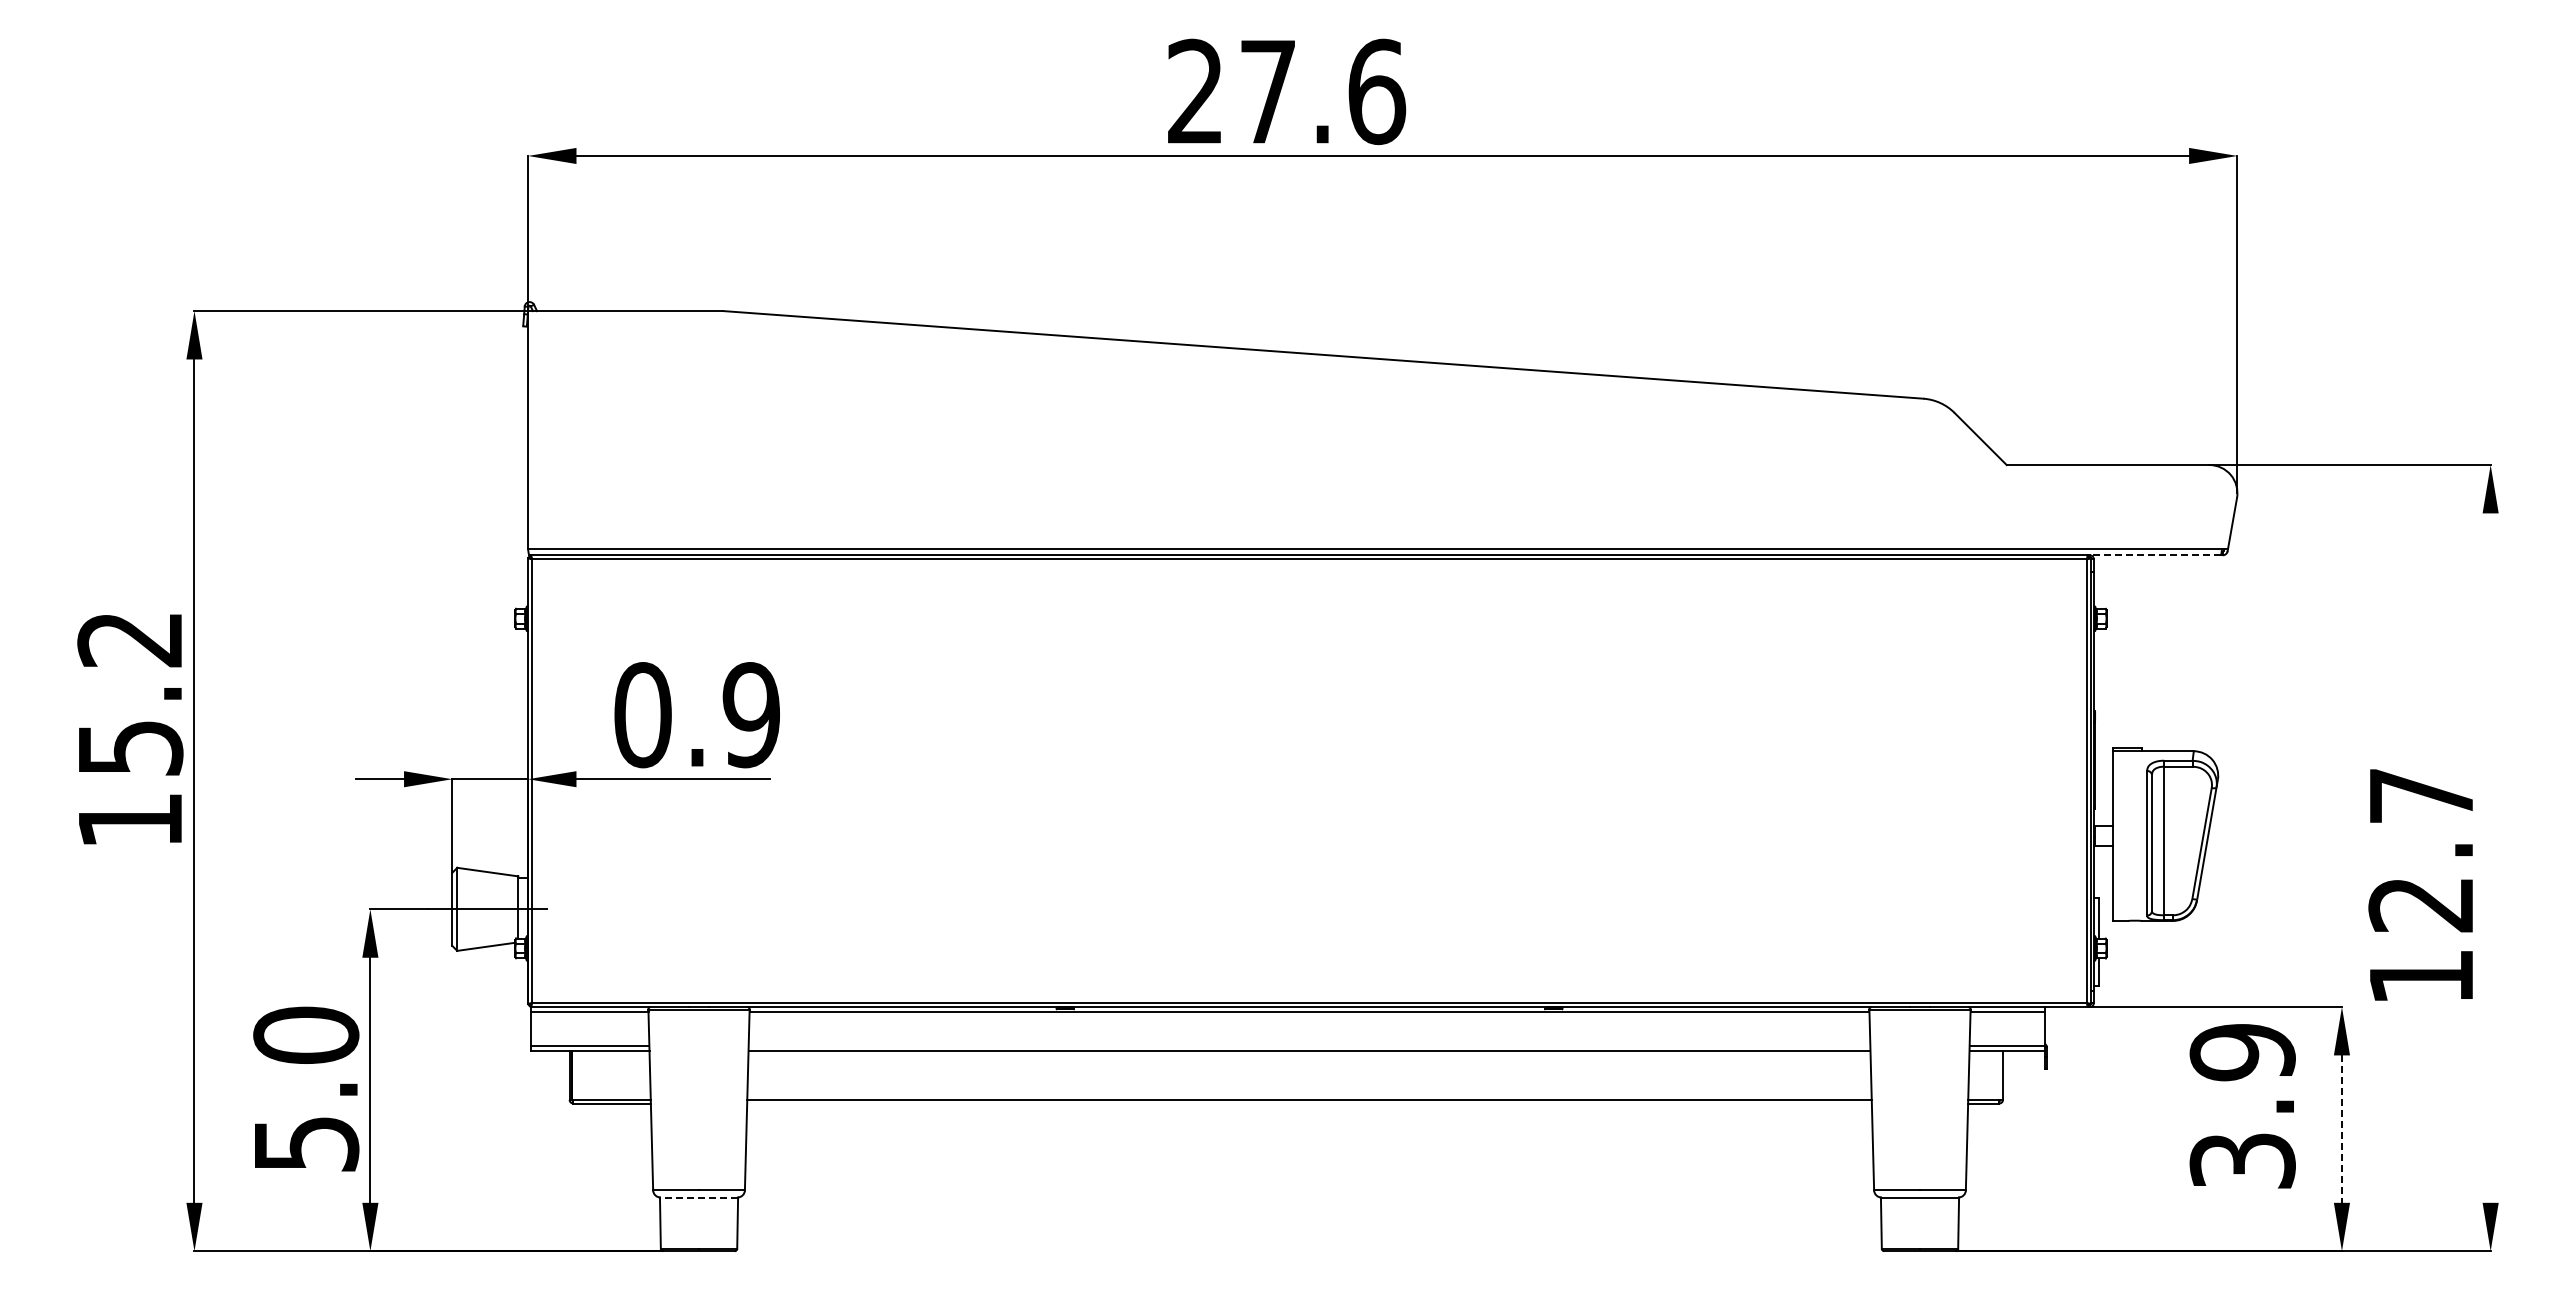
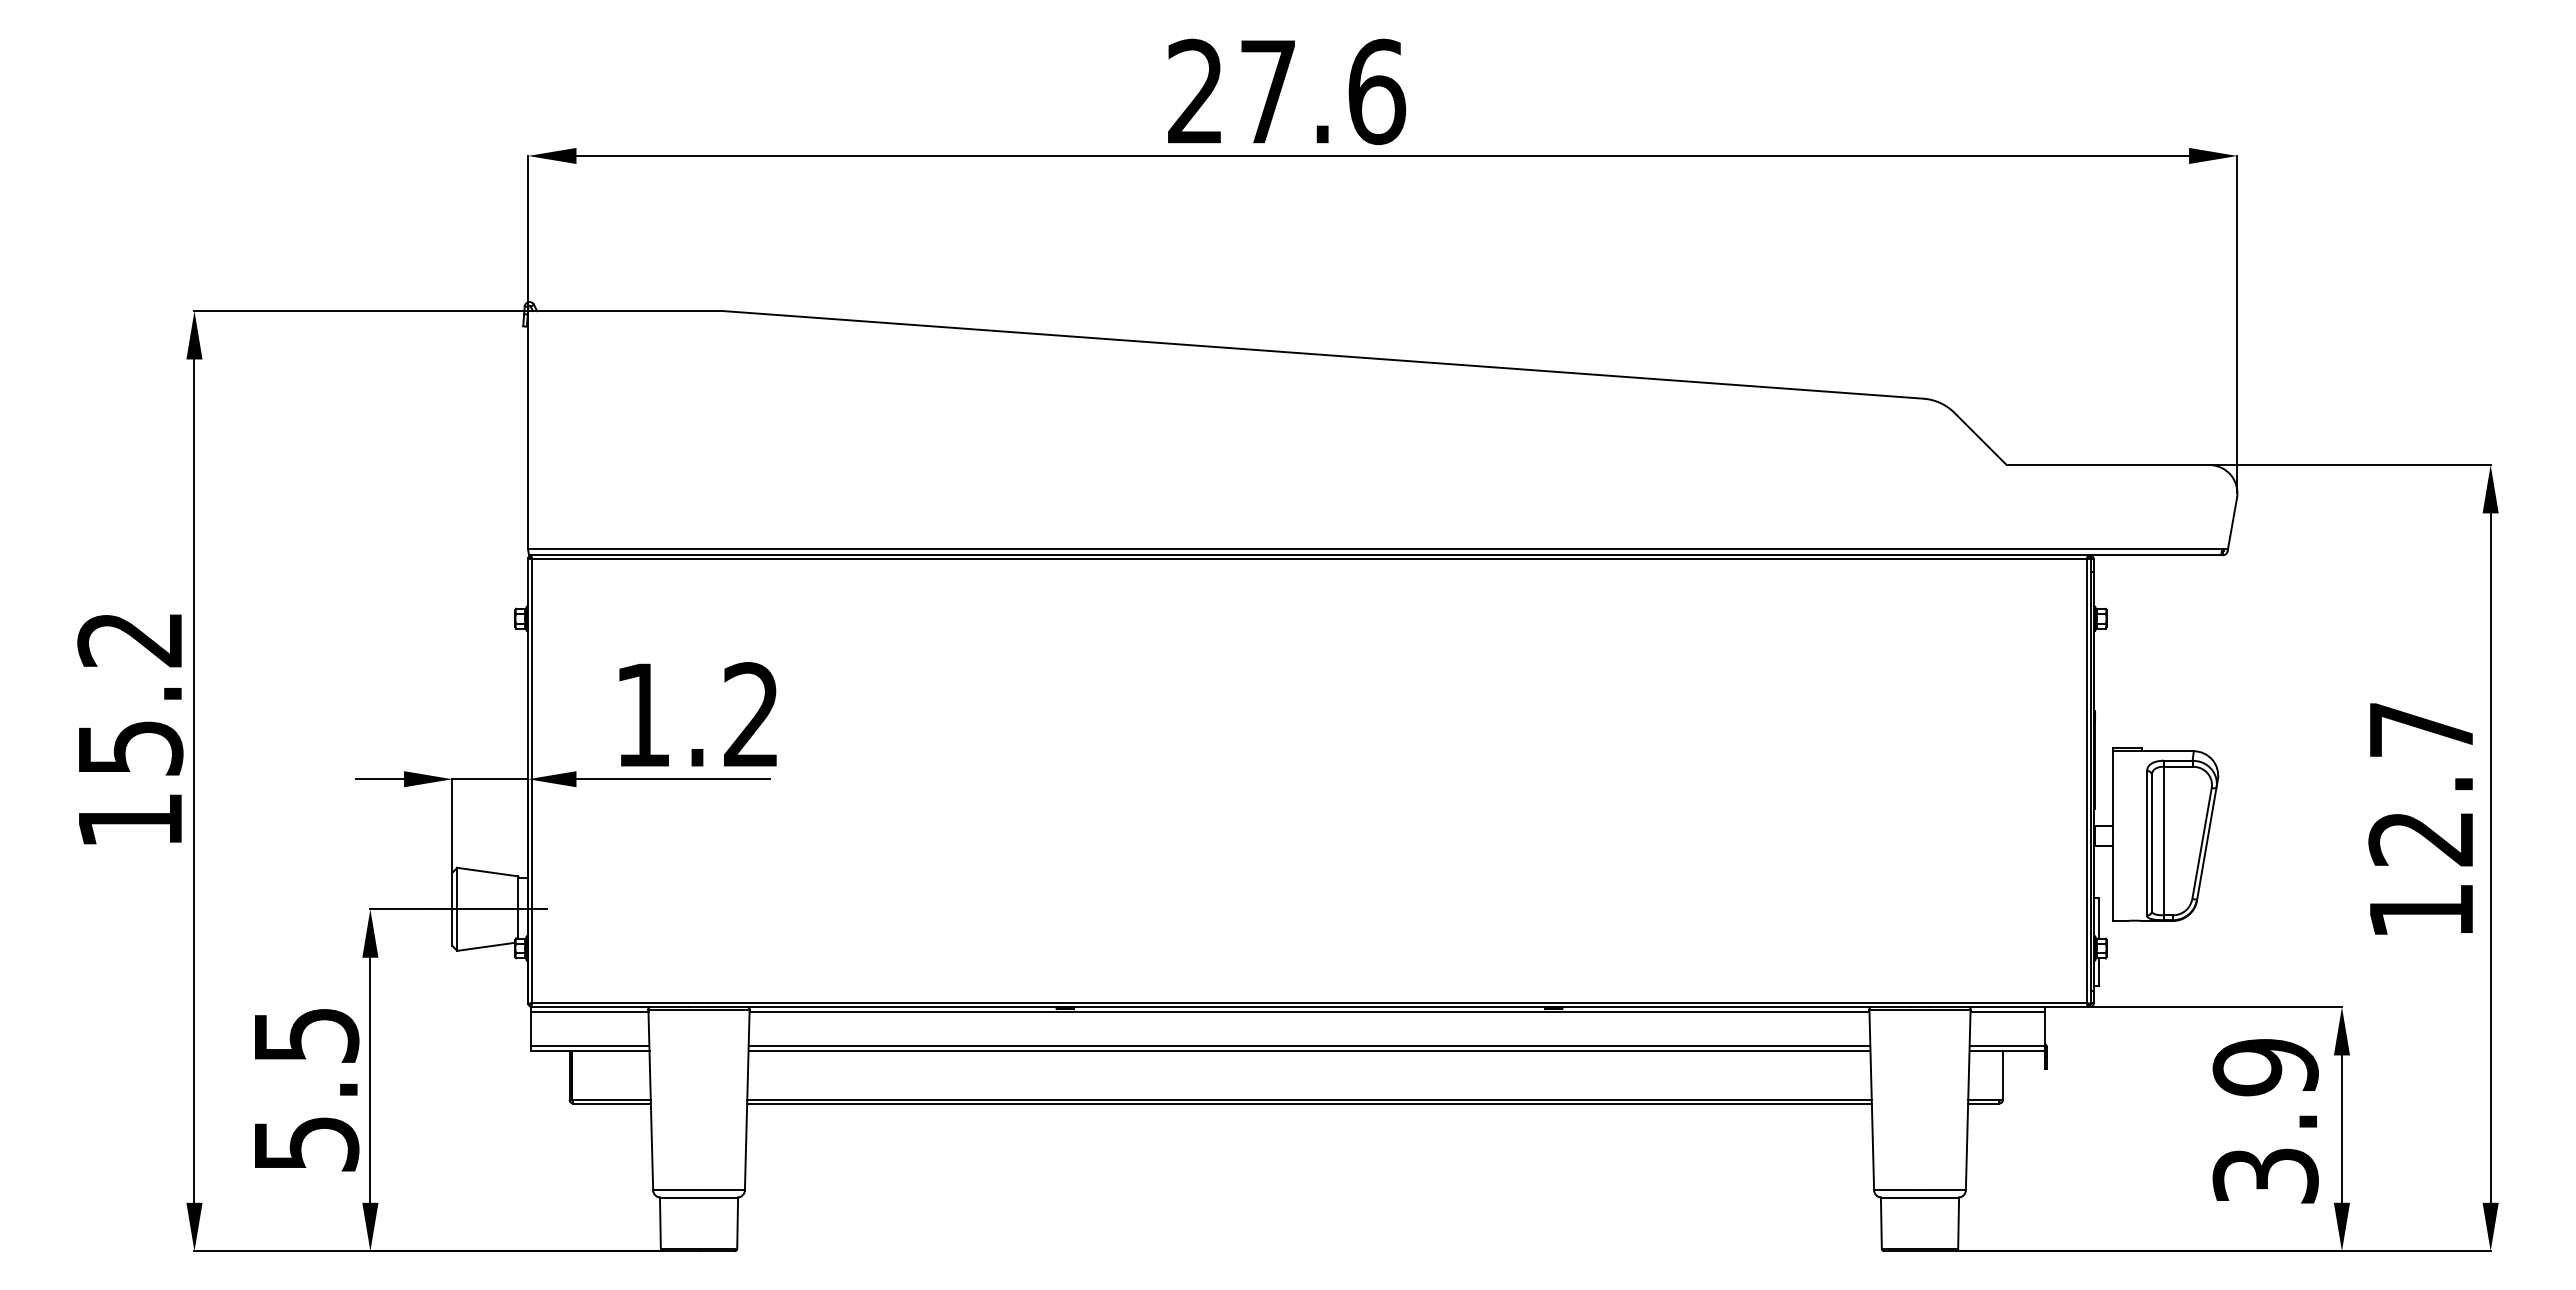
line at (2153, 555): dashed -> solid
text at (696, 715): 0.9 -> 1.2
line at (2490, 857): none -> present
text at (2420, 884) position: (2420, 884) -> (2420, 818)
text at (306, 1034): 5.0 -> 5.5
line at (1309, 1046): none -> present
line at (1309, 1103): none -> present
text at (2242, 1106) position: (2242, 1106) -> (2265, 1121)
line at (2341, 1129): dashed -> solid
line at (698, 1197): dashed -> solid
